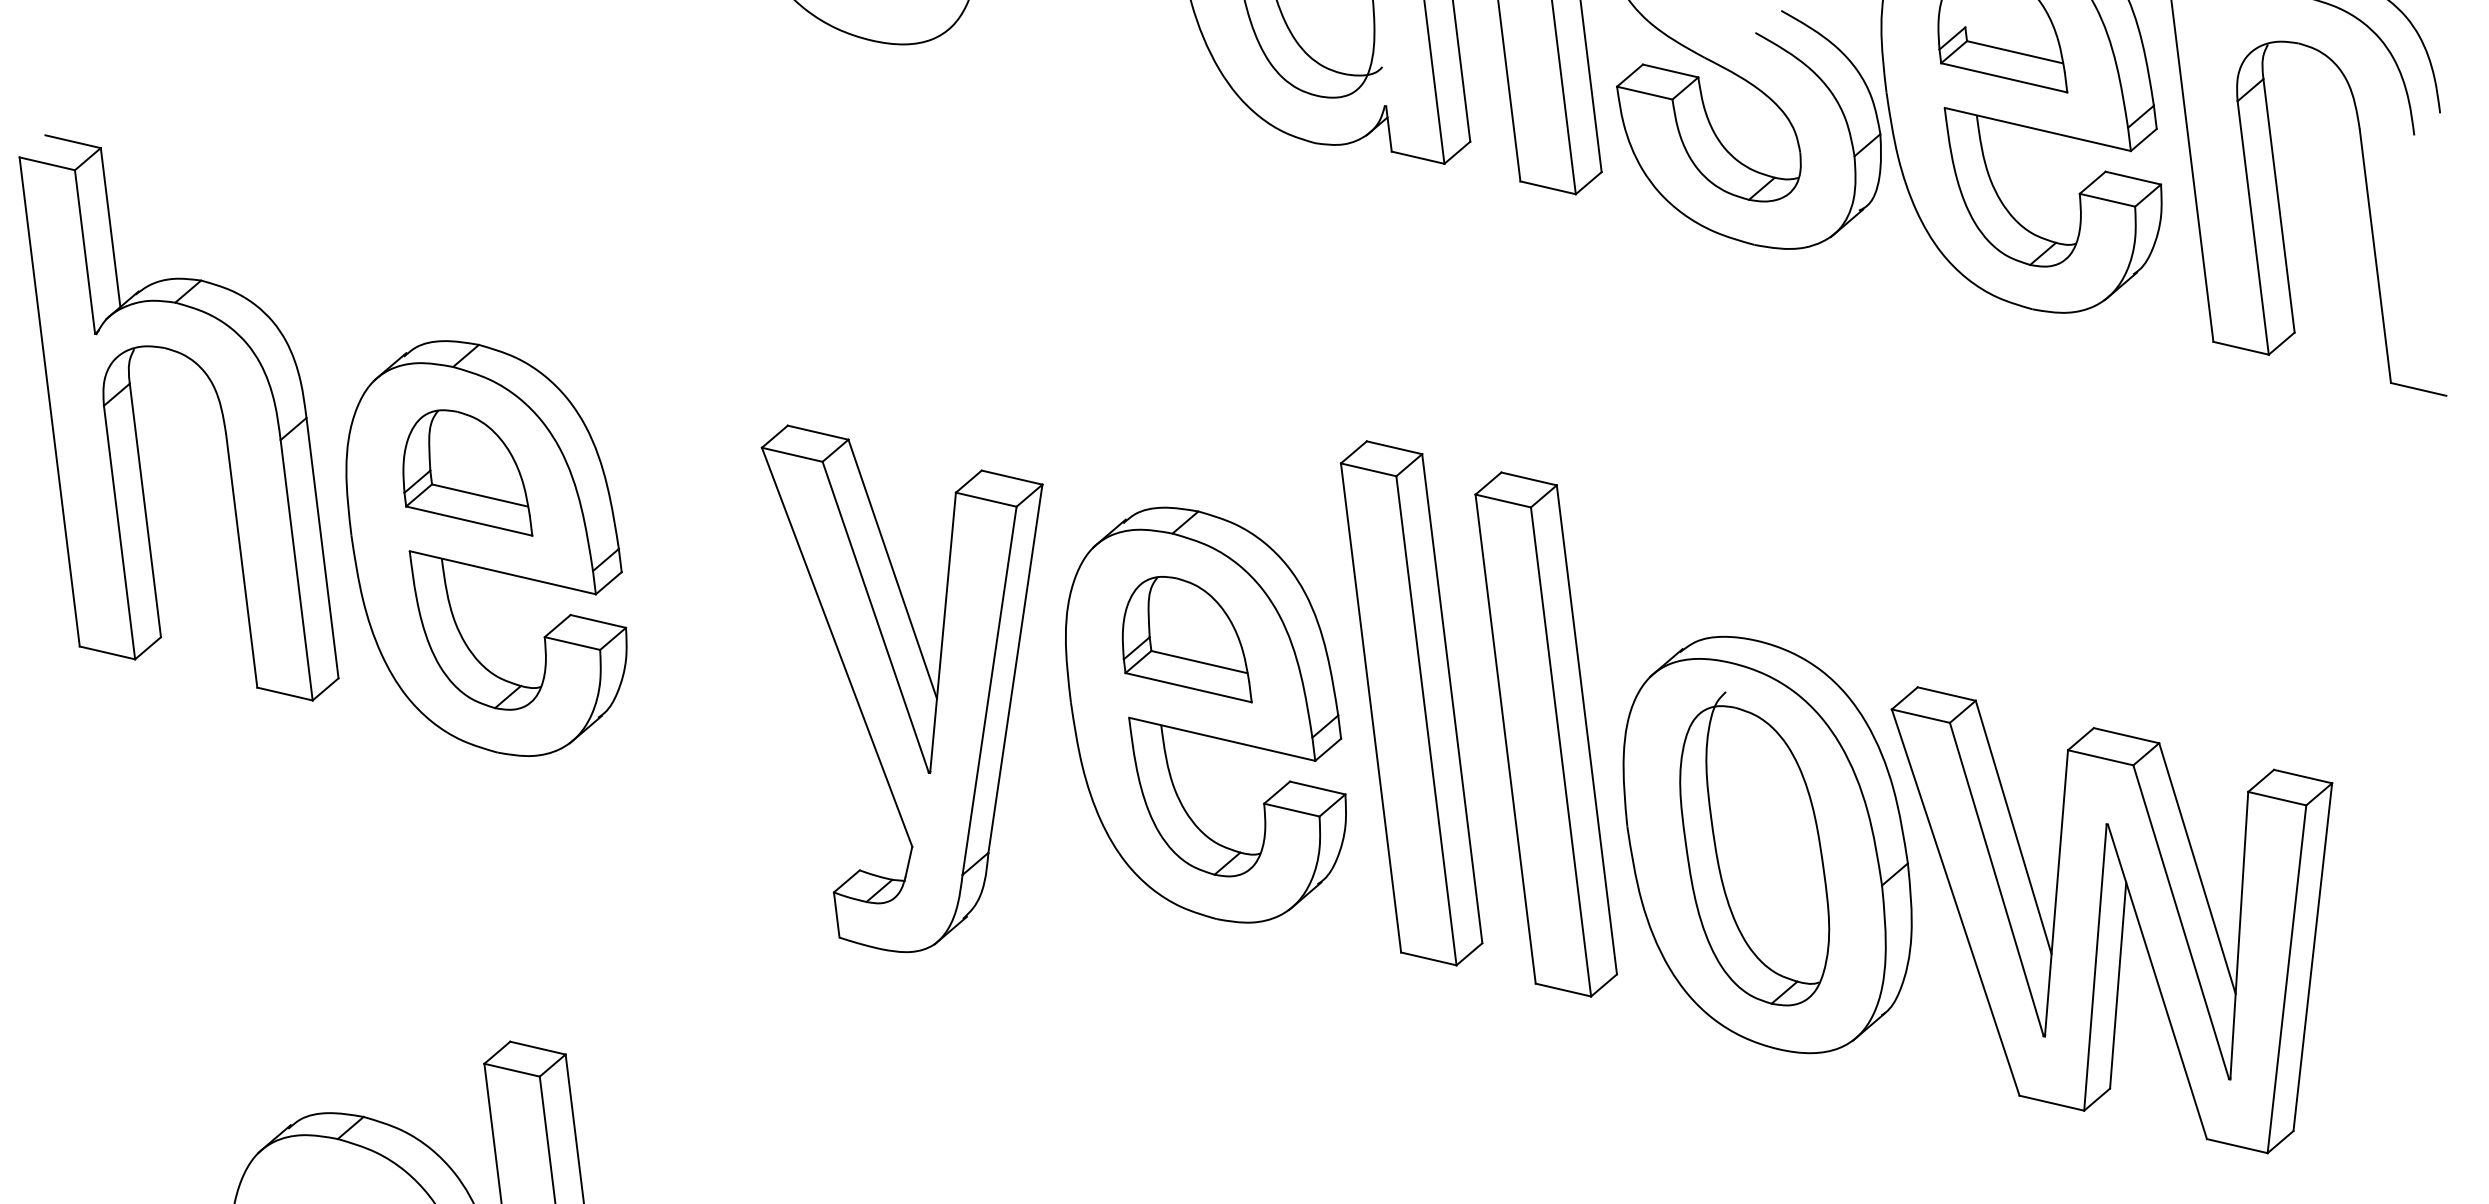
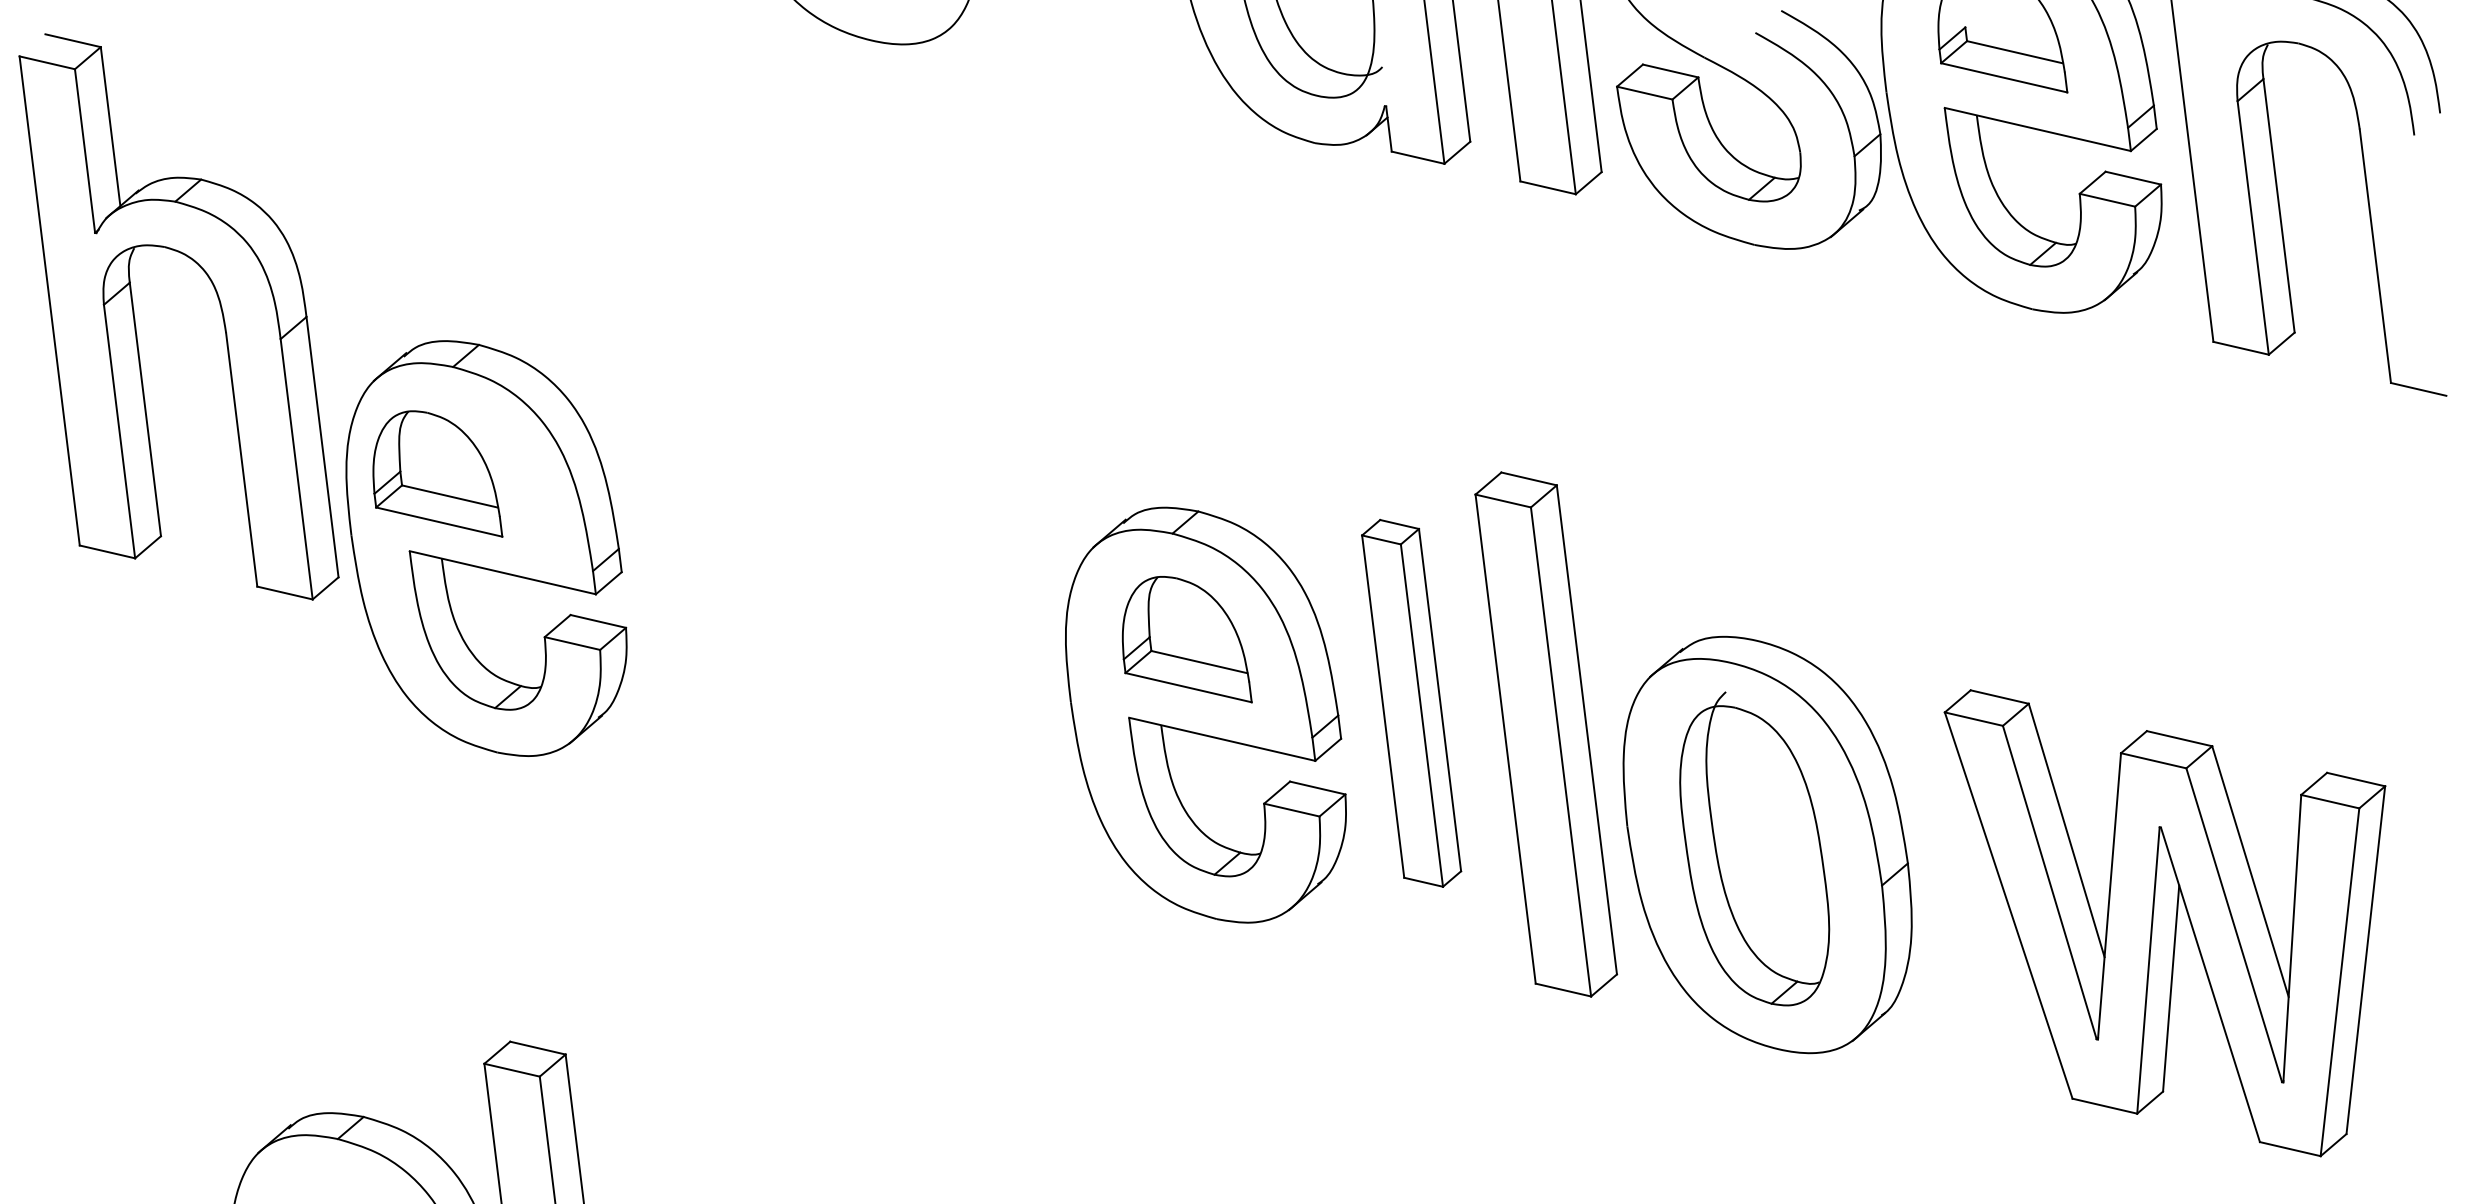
part at (219, 406) position: (219, 406) -> (219, 305)
part at (467, 472) position: (467, 472) -> (437, 473)
part at (901, 688): present -> none
part at (1411, 703) size: 145x527 px -> 102x370 px
part at (2111, 920) position: (2111, 920) -> (2164, 923)
